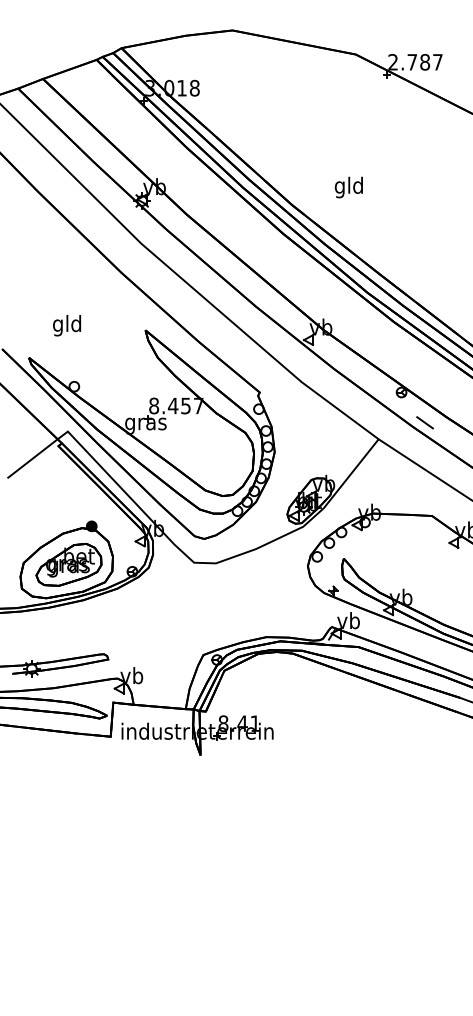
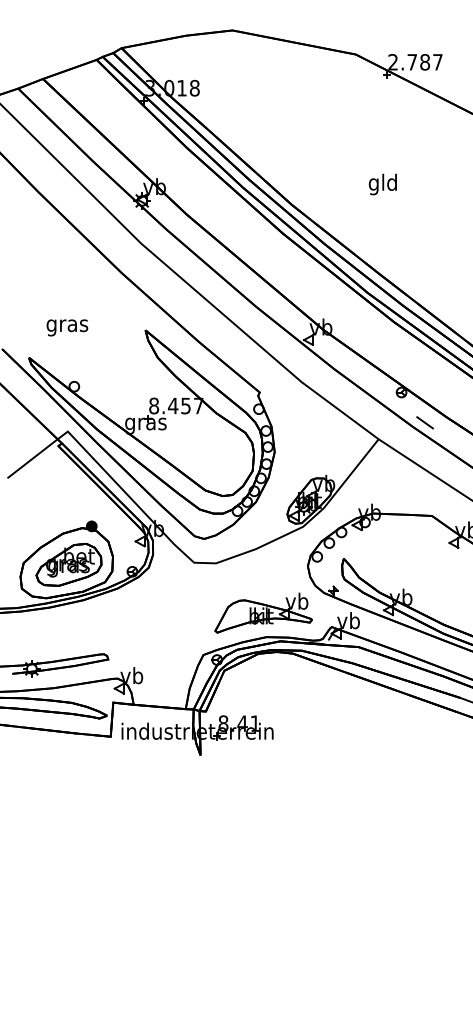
text at (348, 187) position: (348, 187) -> (382, 184)
text at (67, 325): gld -> gras
part at (263, 612): none -> present
